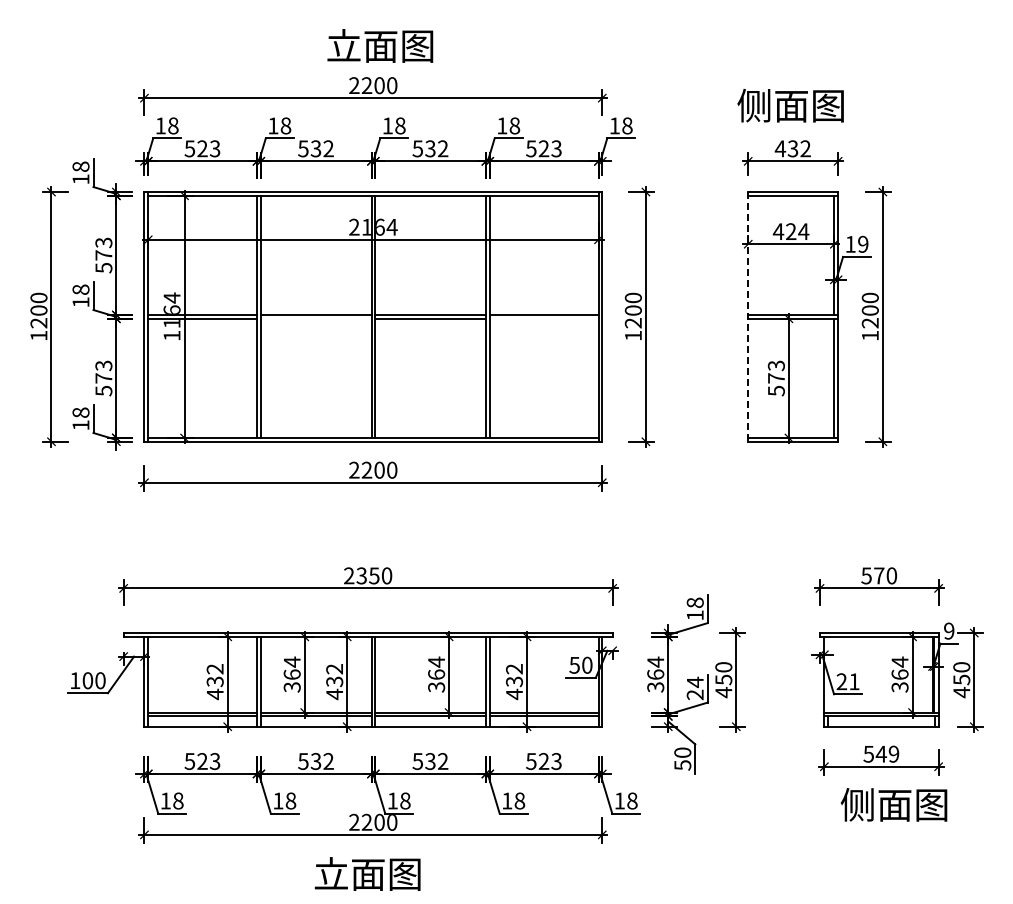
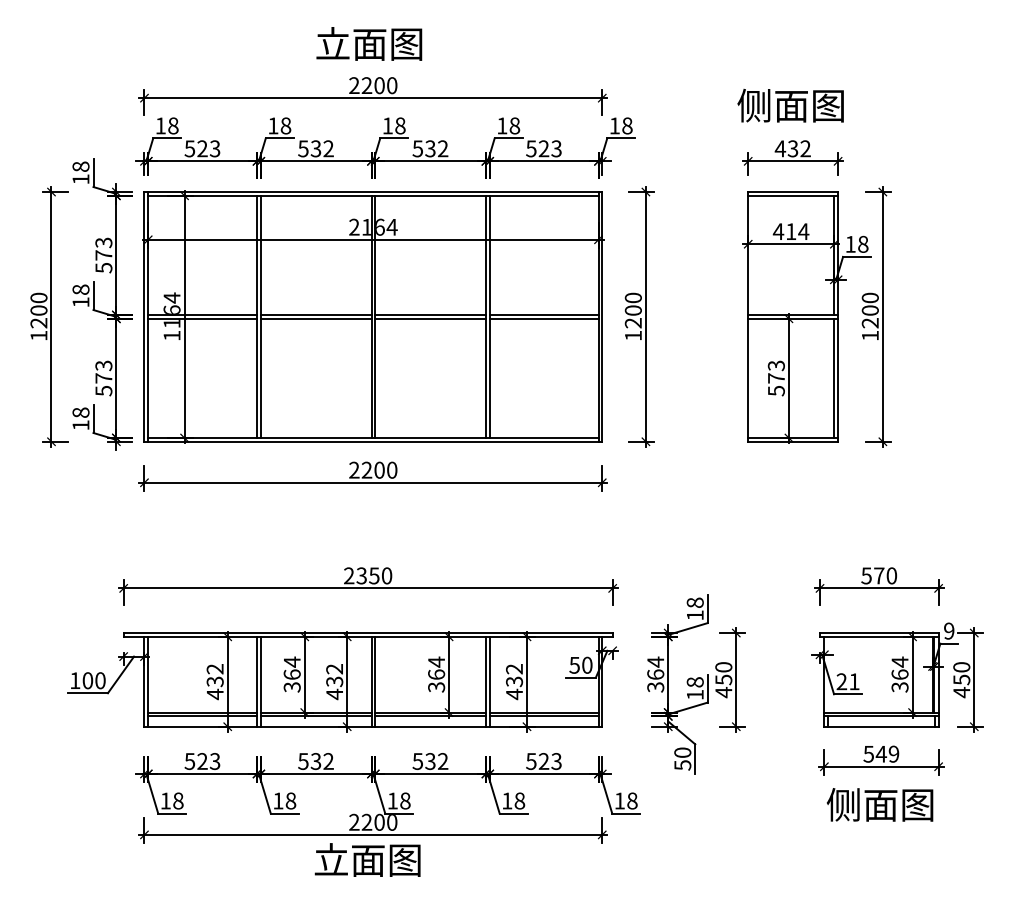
text at (380, 45) position: (380, 45) -> (369, 43)
text at (791, 231): 424 -> 414
text at (863, 243): 19 -> 18
line at (748, 316): dashed -> solid
line at (315, 318): none -> present
line at (543, 318): none -> present
text at (694, 688): 24 -> 18
text at (893, 804) position: (893, 804) -> (879, 804)
text at (367, 873) position: (367, 873) -> (367, 859)
